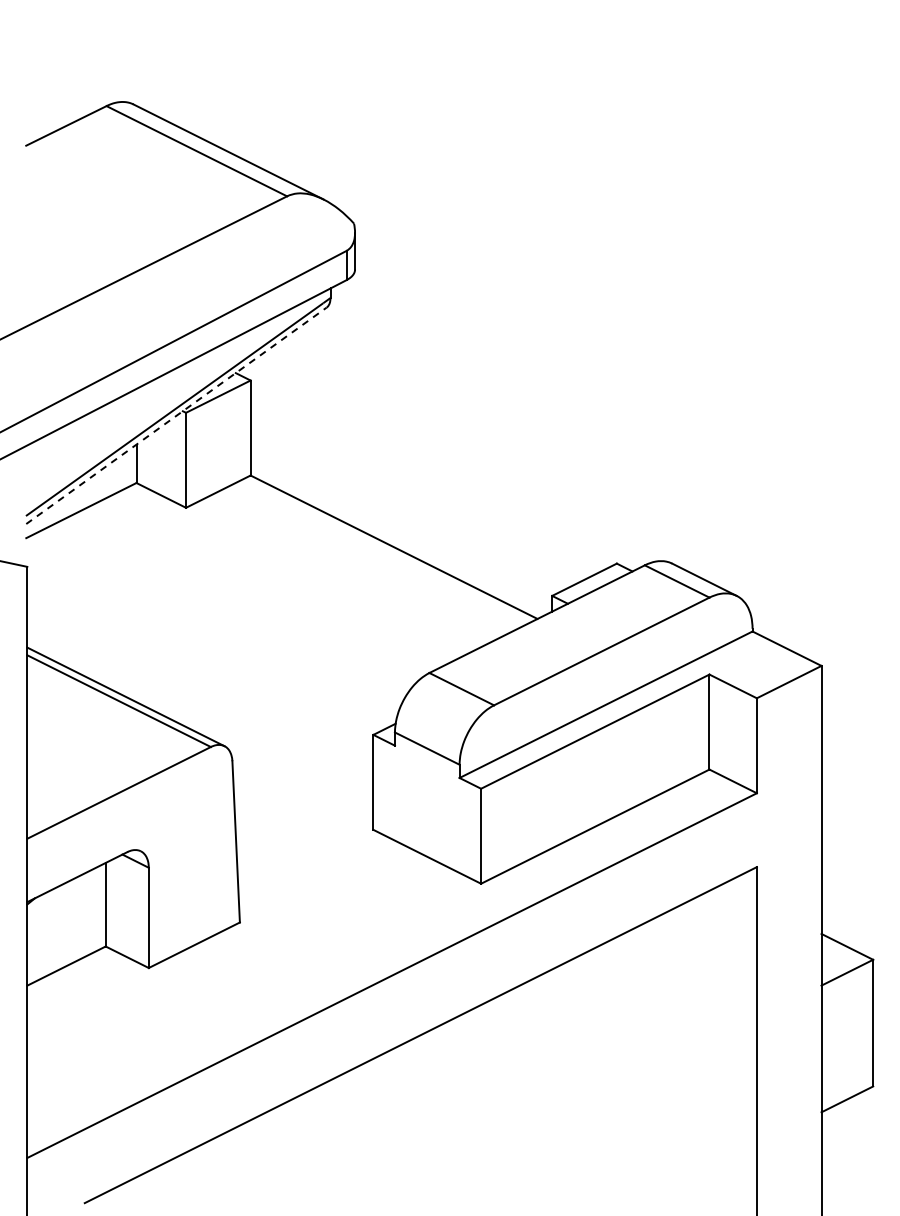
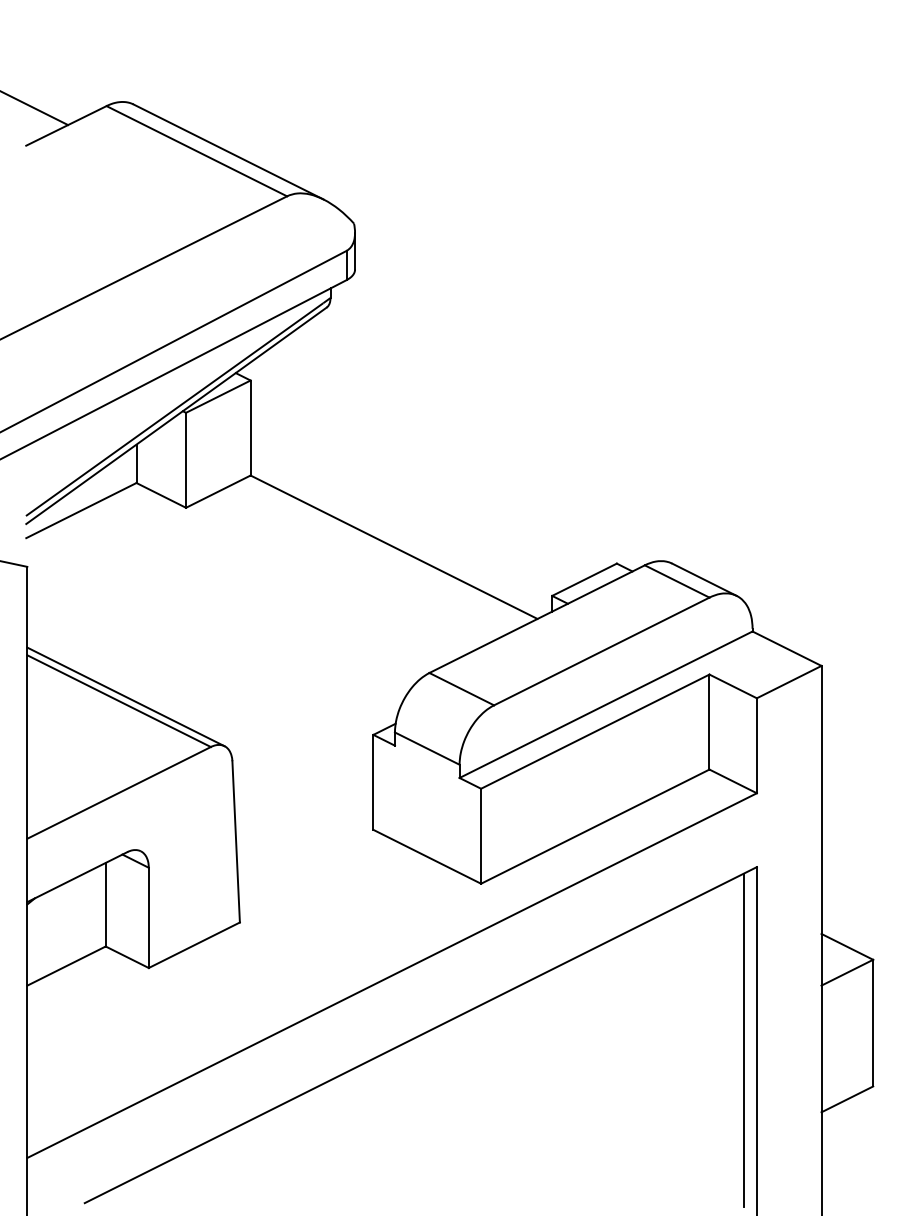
line at (35, 108): none -> present
line at (176, 415): dashed -> solid
line at (743, 1039): none -> present
